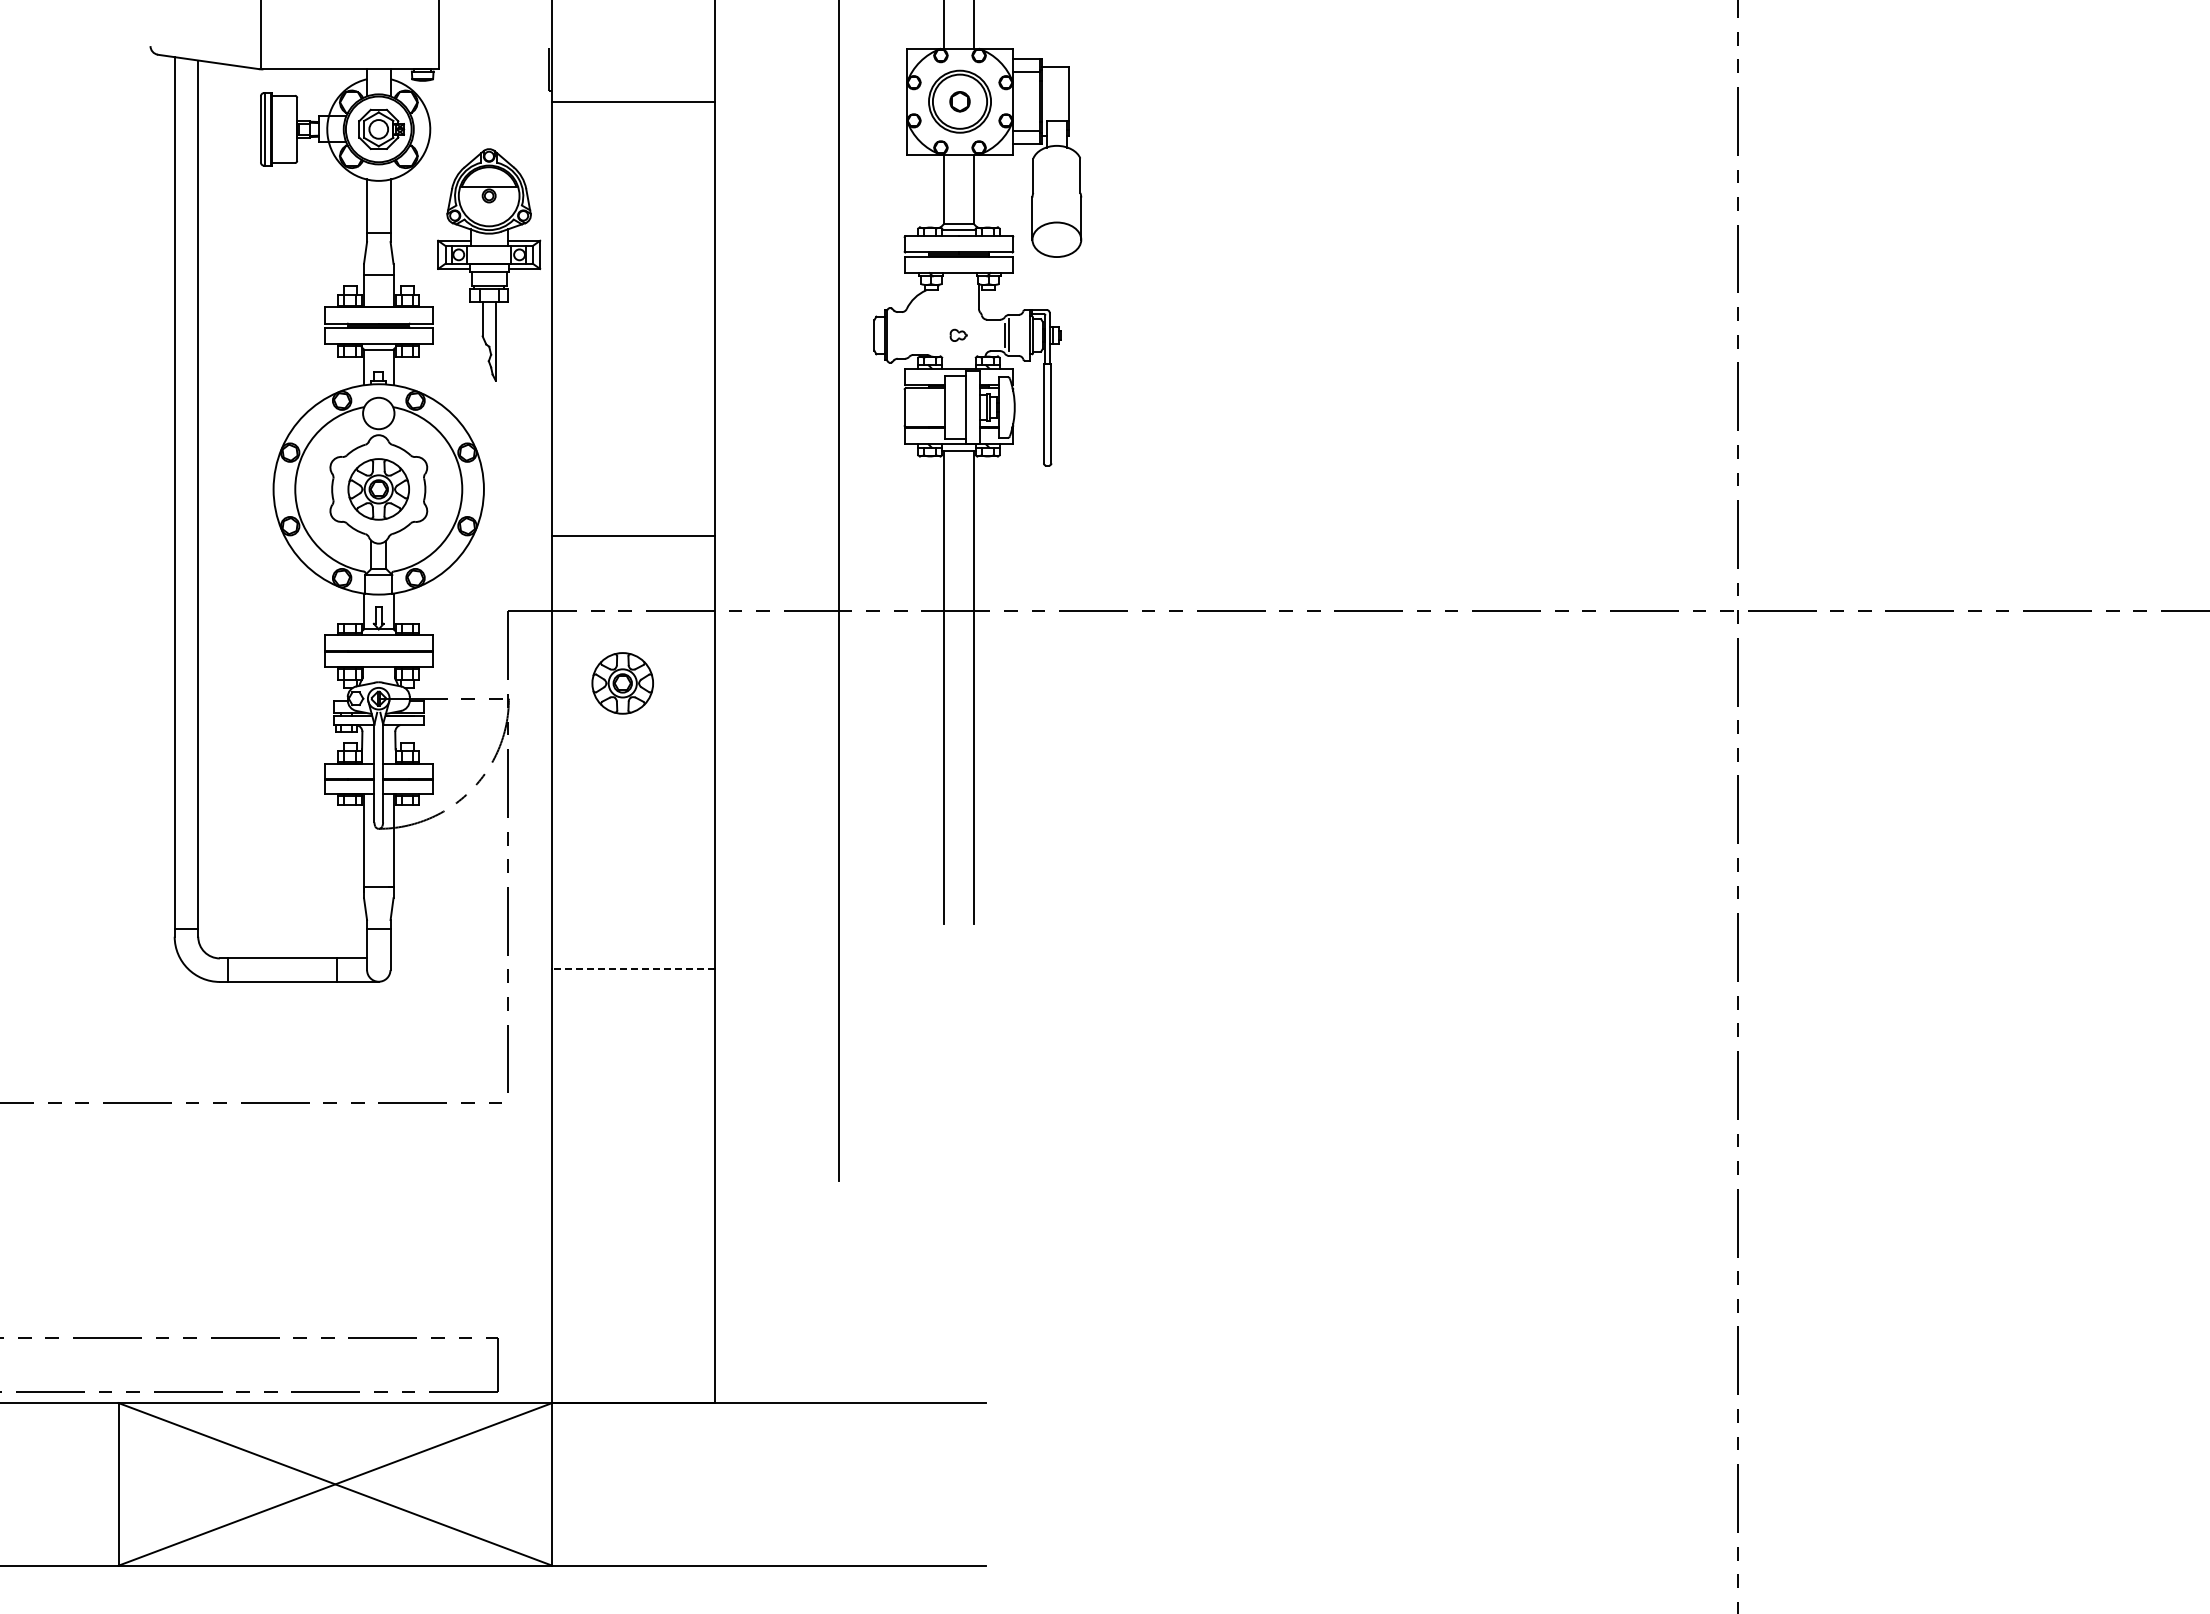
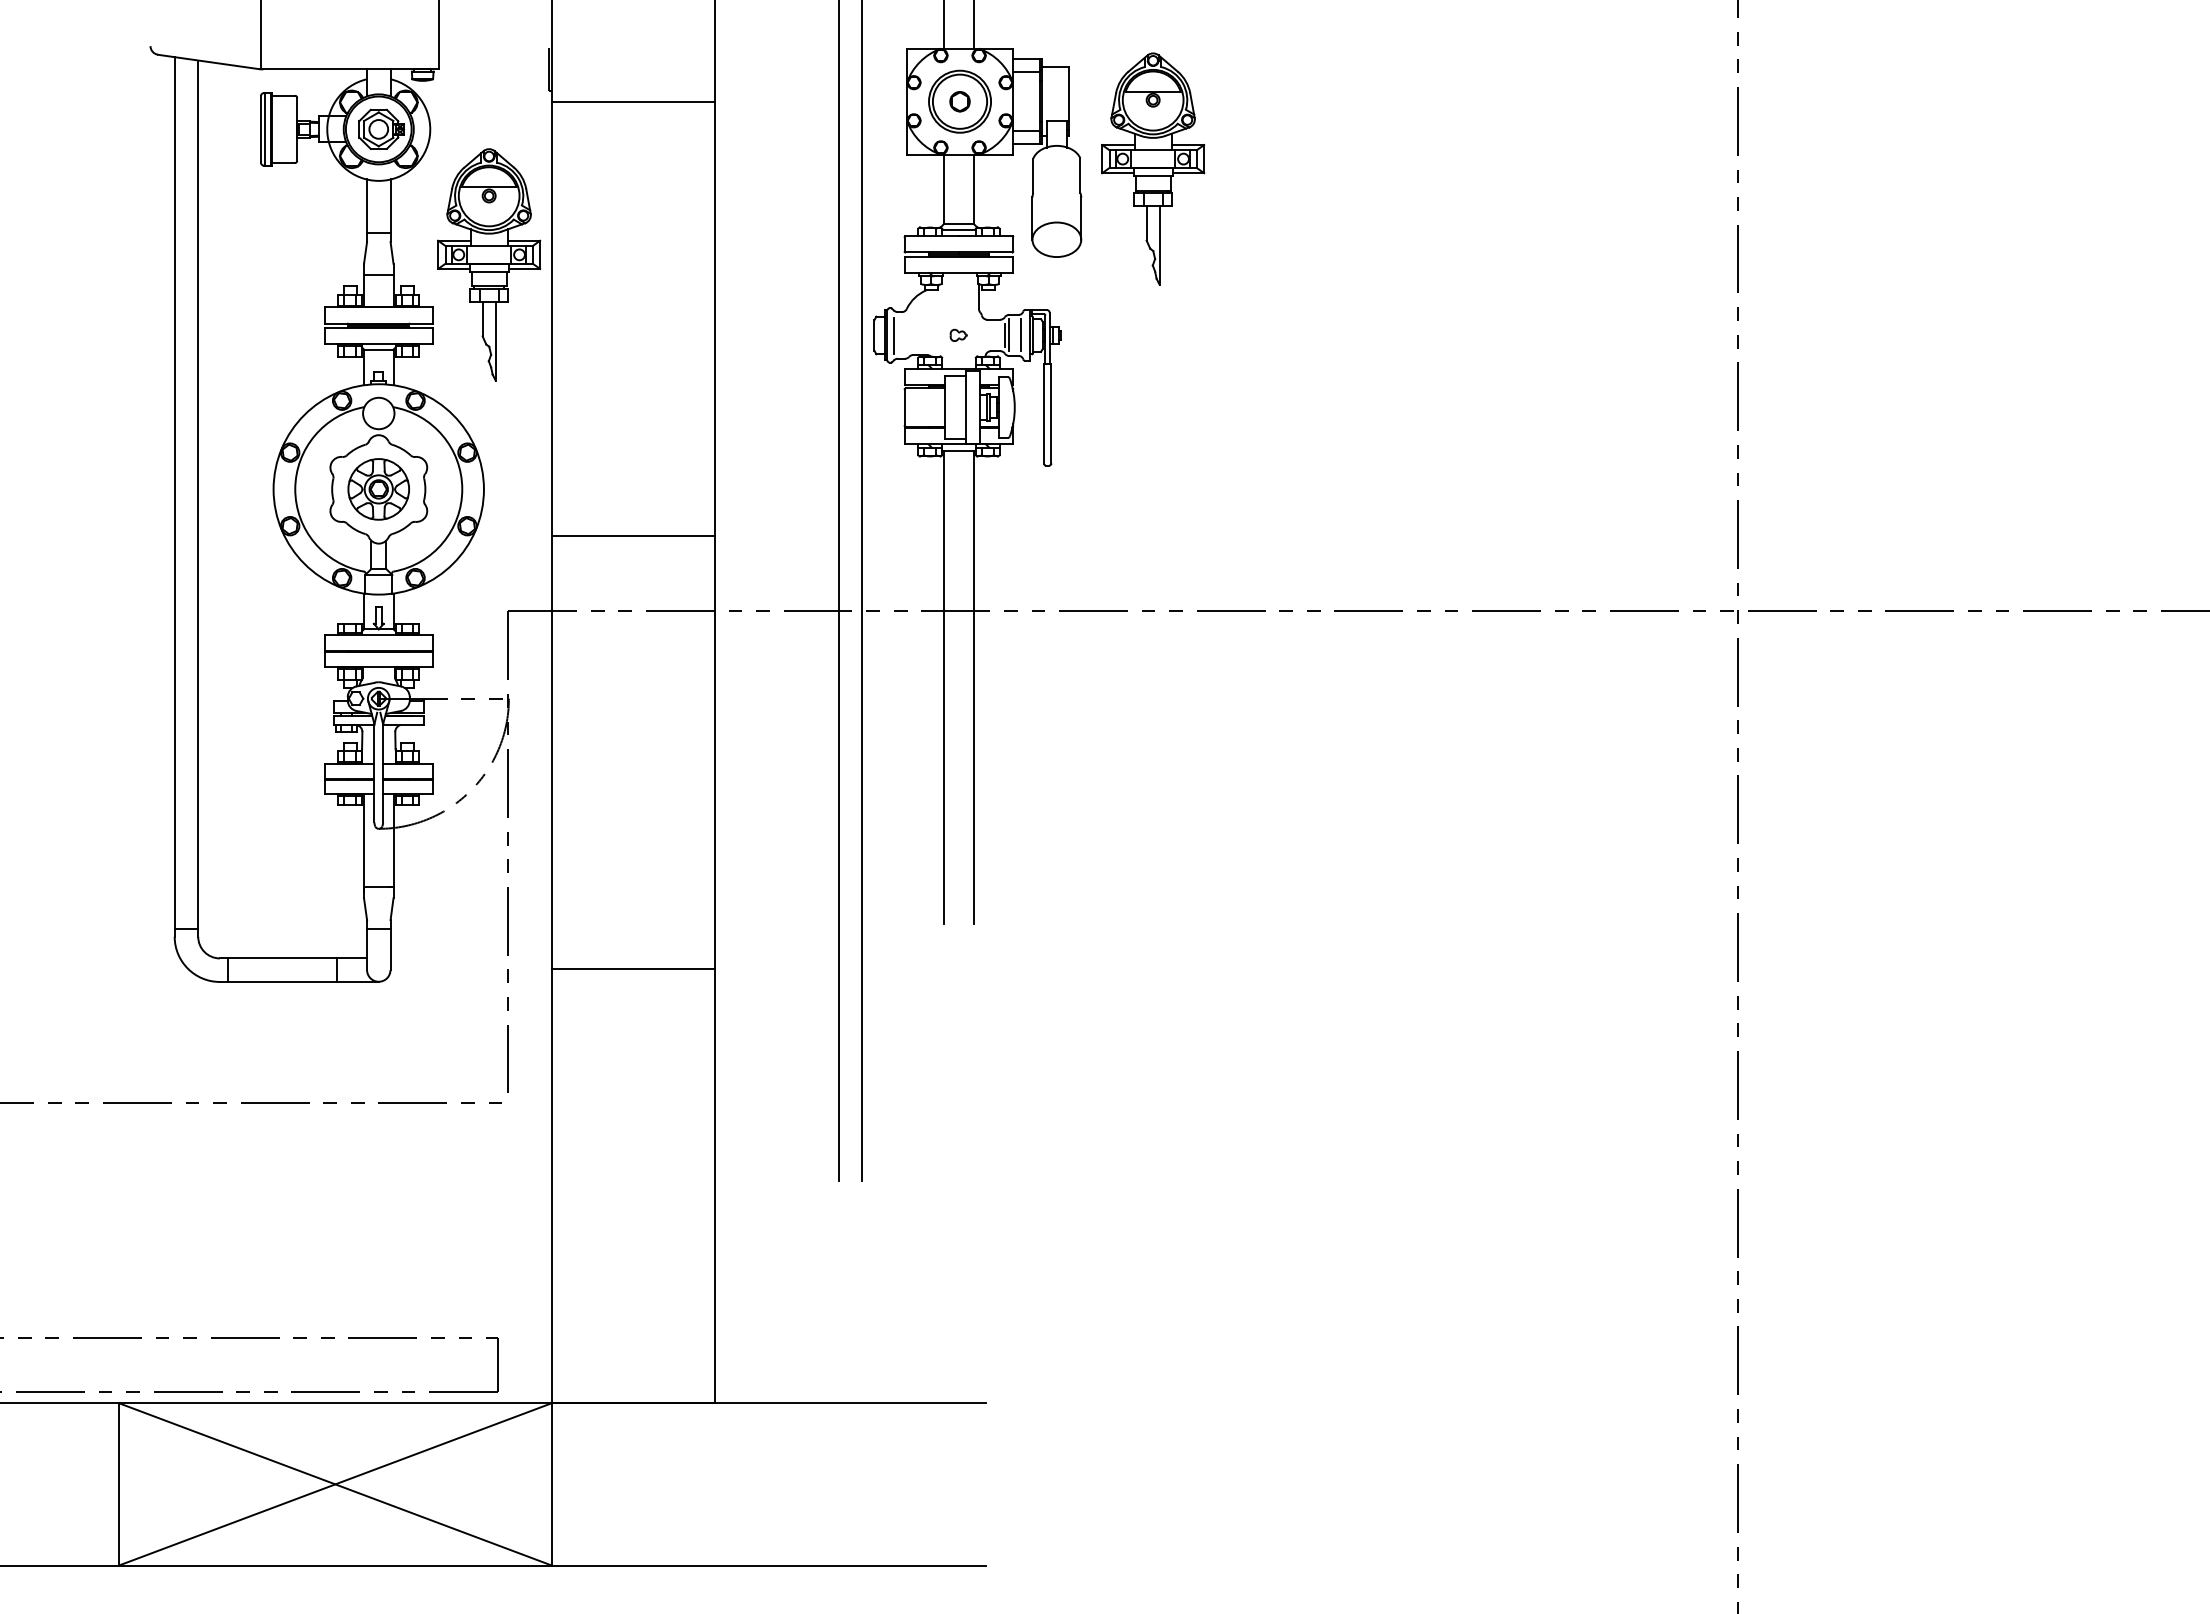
part at (1153, 168): none -> present
line at (893, 335): none -> present
line at (1021, 335): none -> present
line at (862, 591): none -> present
part at (622, 683): present -> none
line at (633, 969): dashed -> solid
